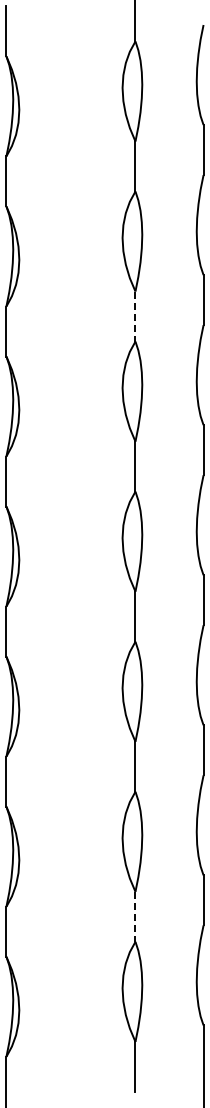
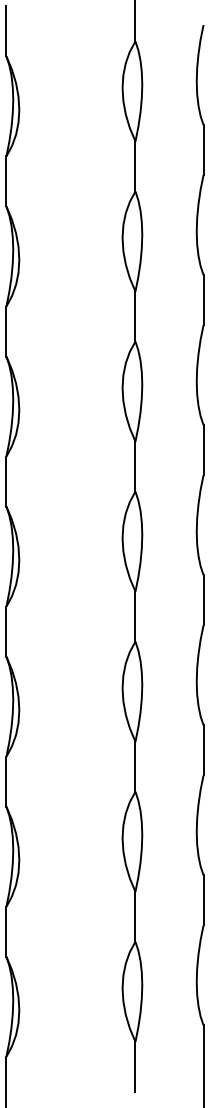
line at (135, 317): dashed -> solid
line at (135, 917): dashed -> solid
